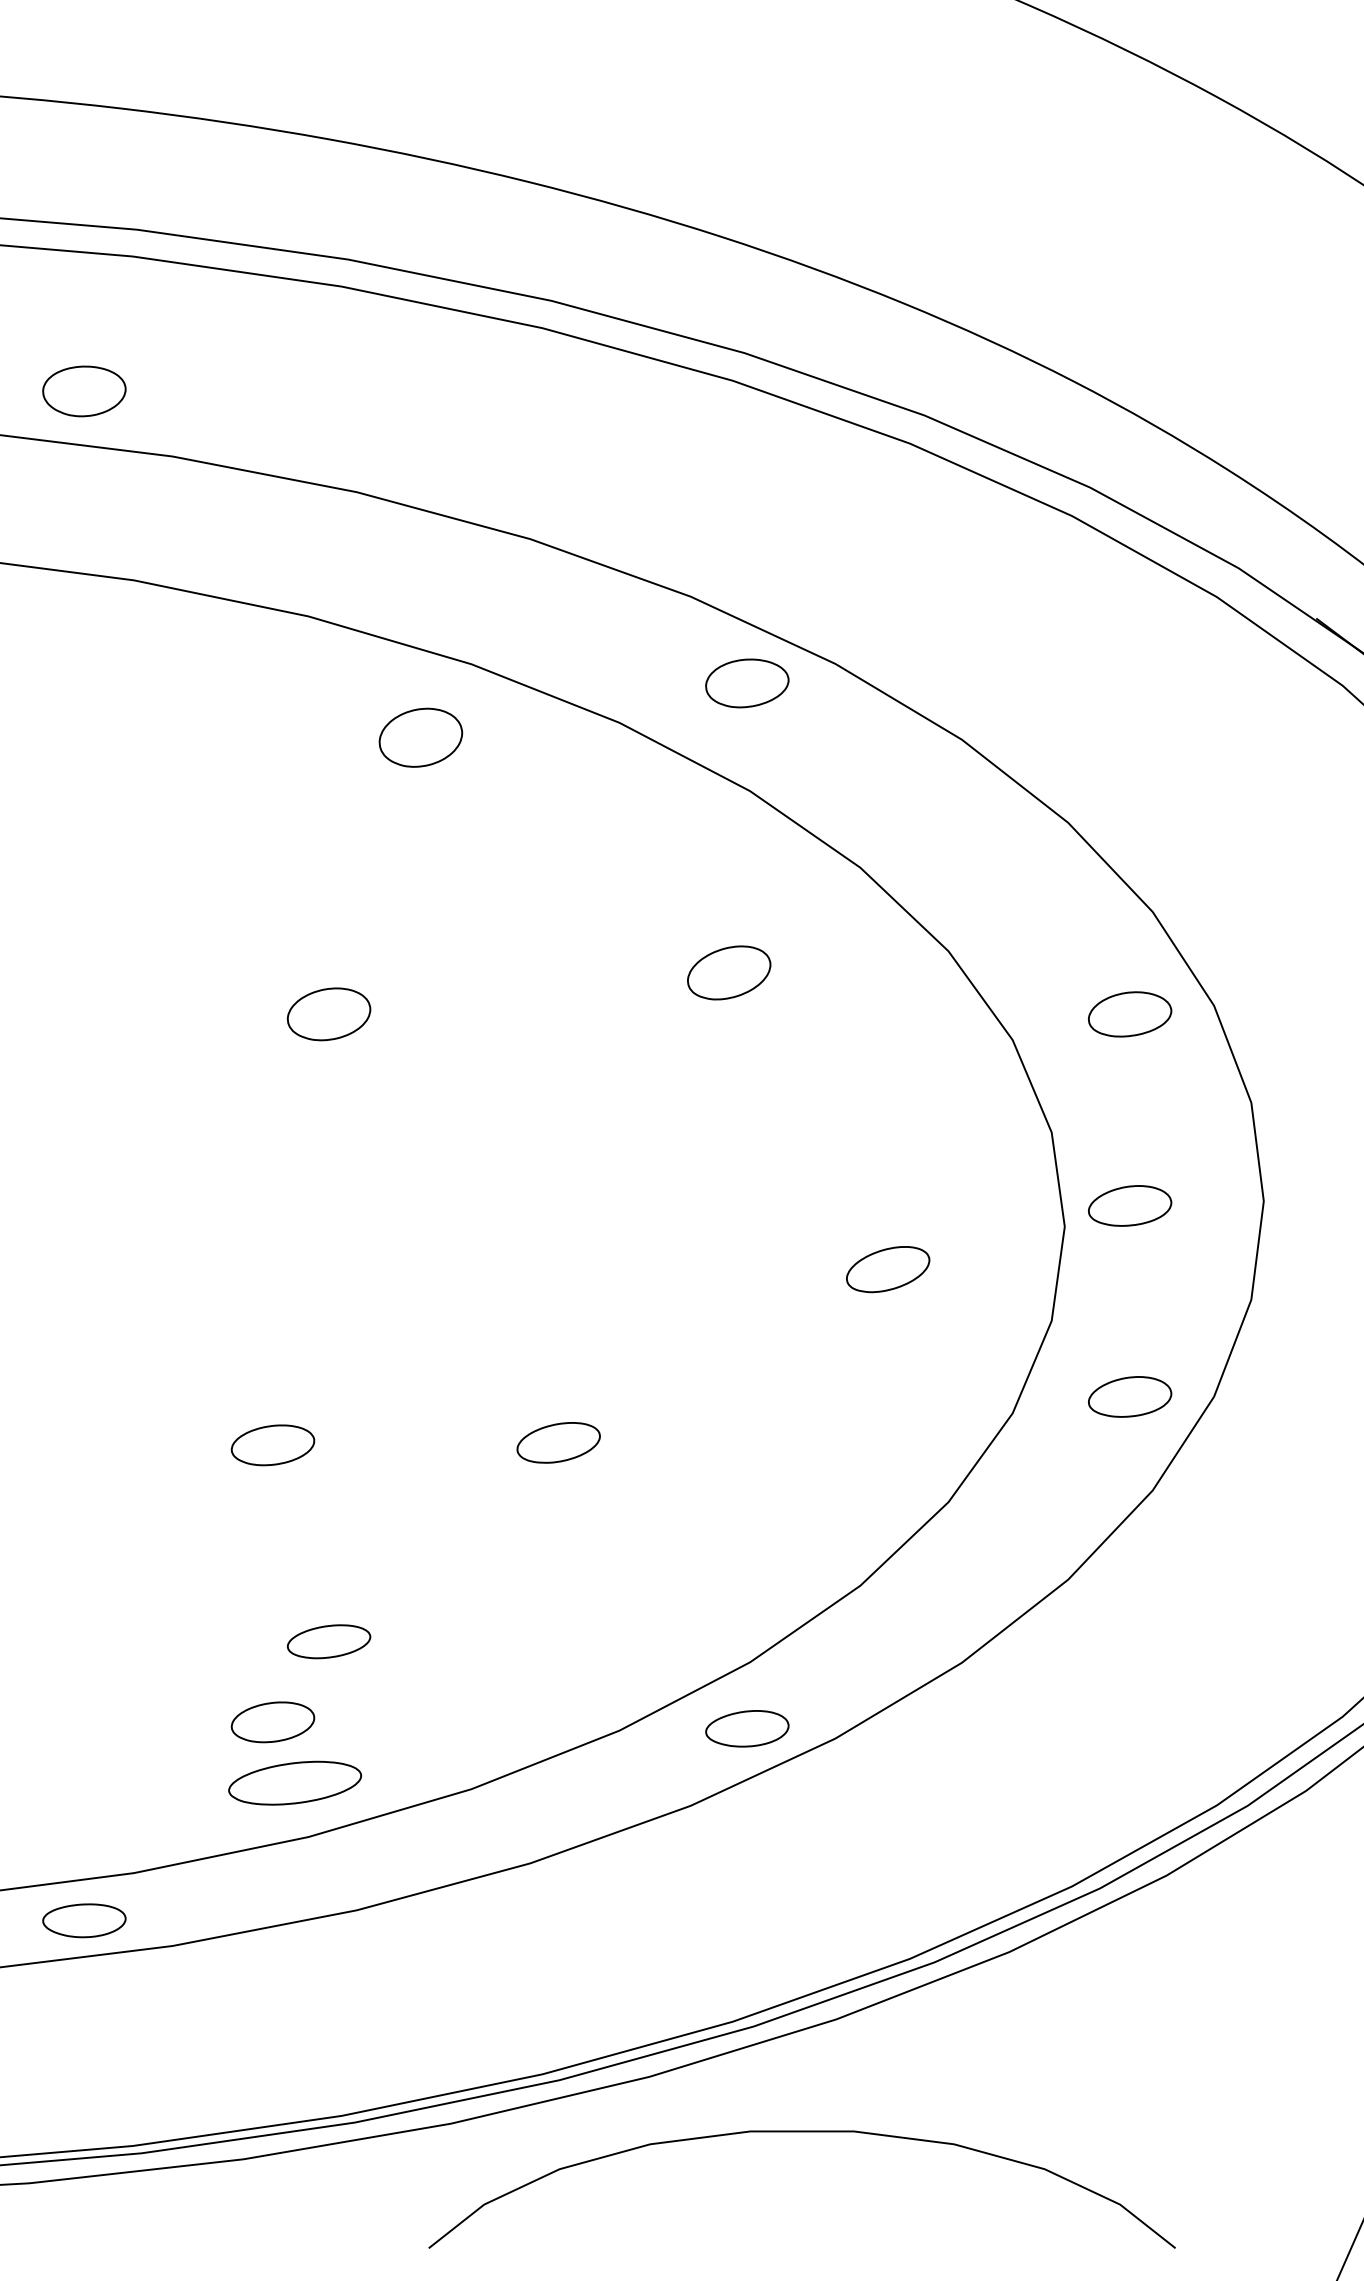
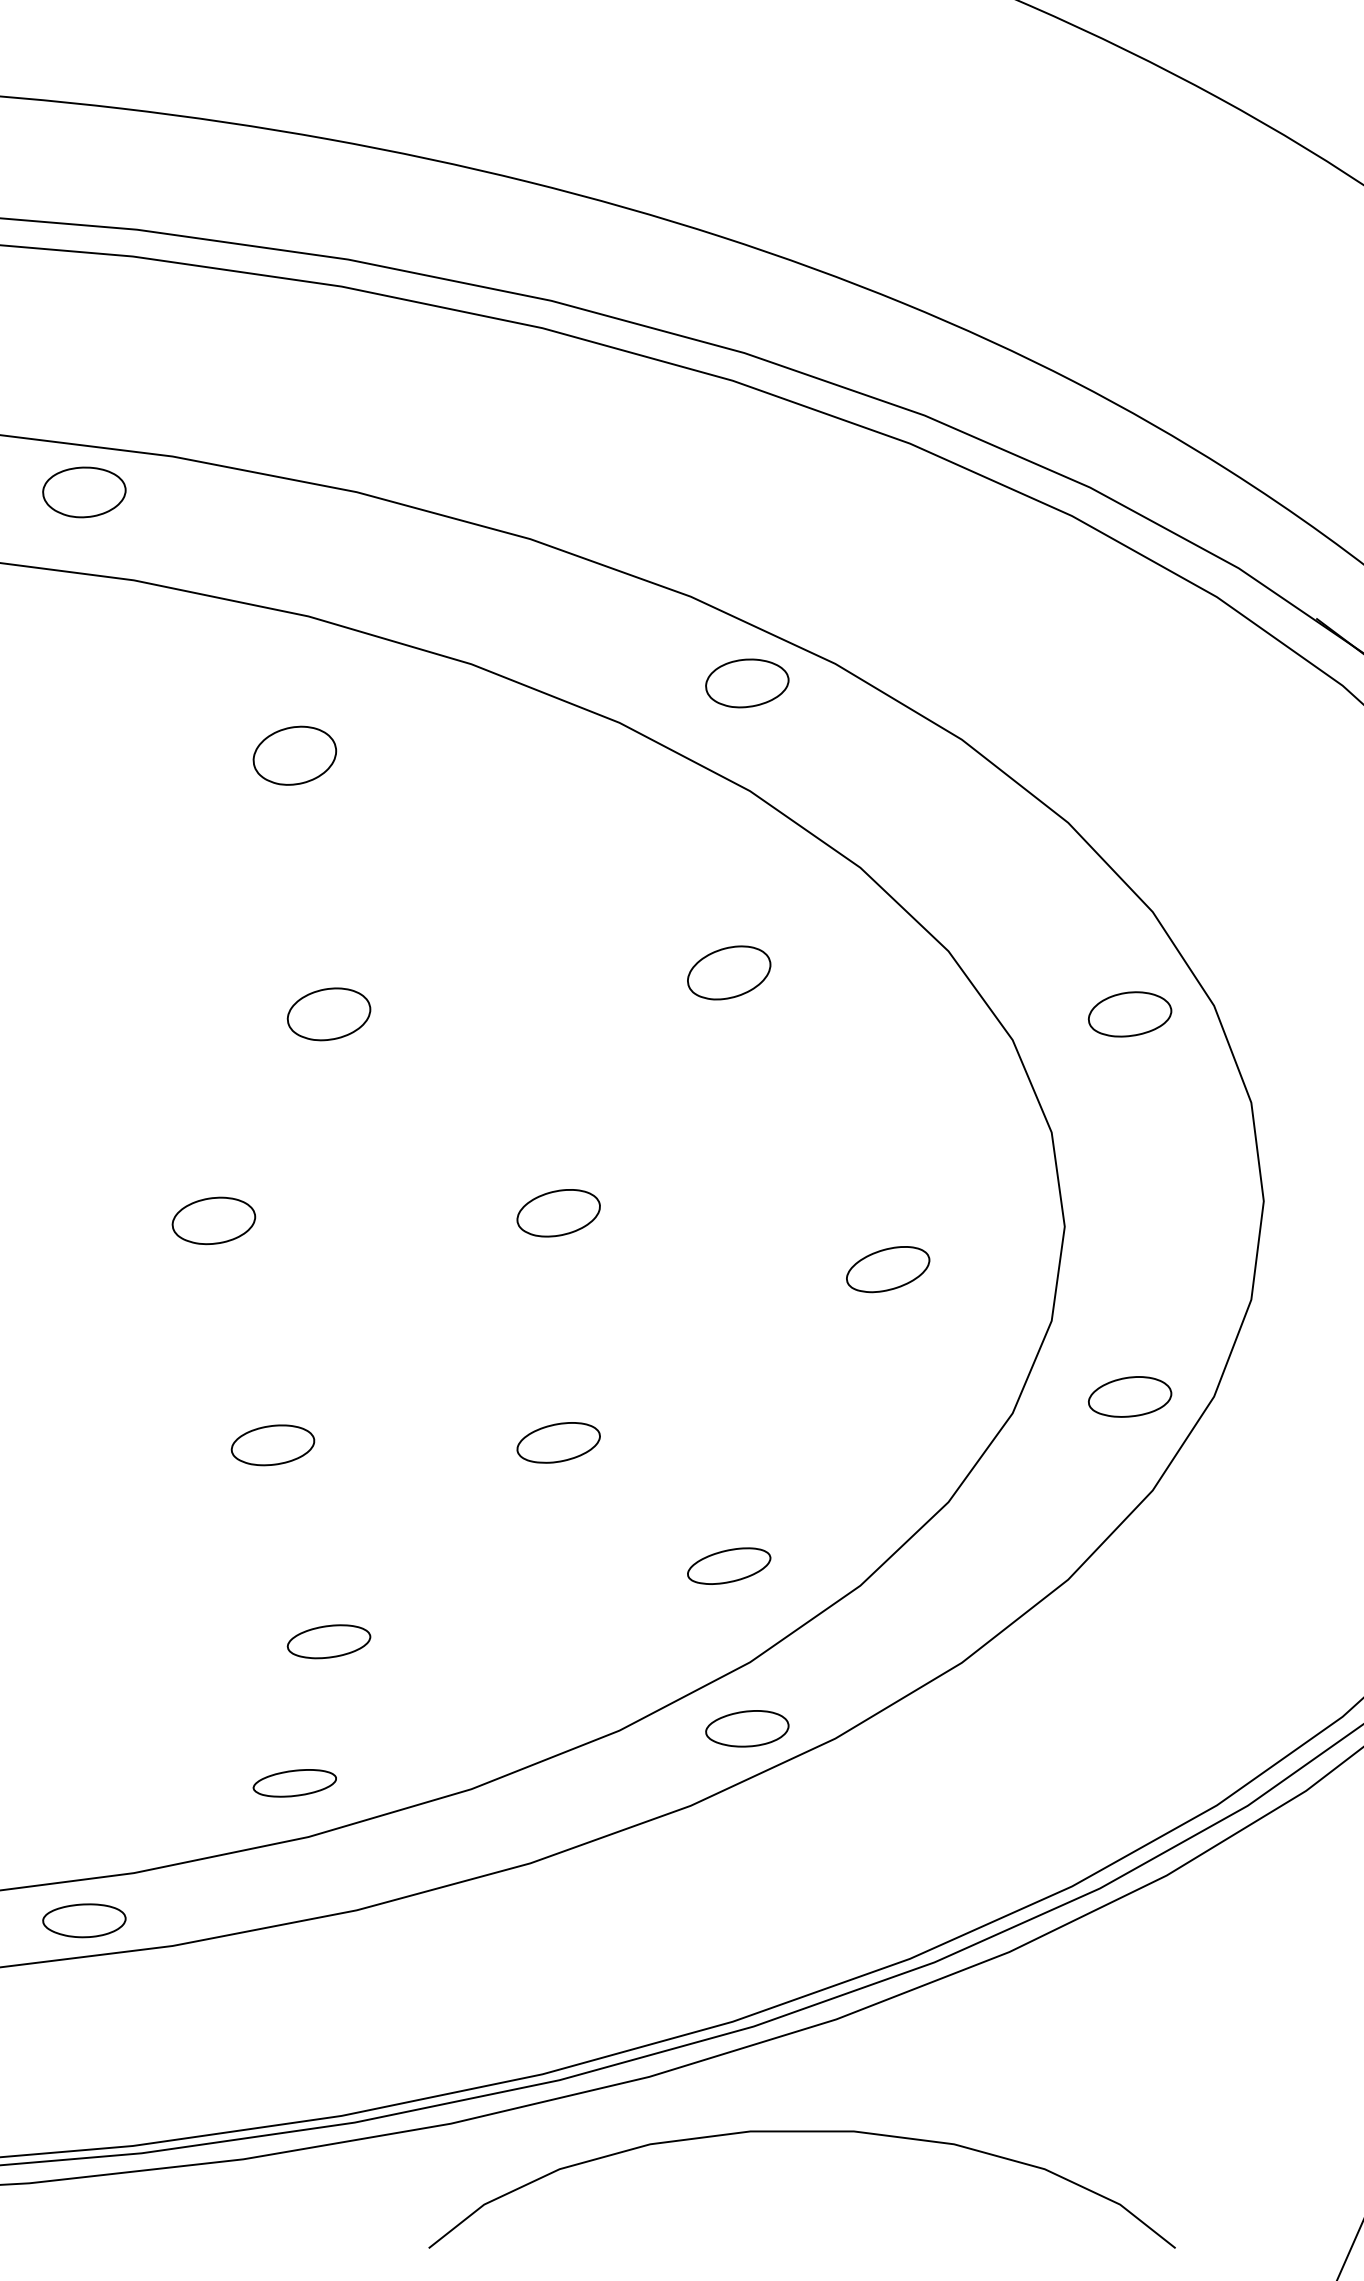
part at (84, 391) position: (84, 391) -> (84, 492)
part at (420, 737) position: (420, 737) -> (294, 755)
part at (1130, 1205): present -> none
part at (558, 1213): none -> present
part at (213, 1220): none -> present
part at (729, 1565): none -> present
part at (272, 1722): present -> none
part at (295, 1782) size: 135x46 px -> 85x29 px
